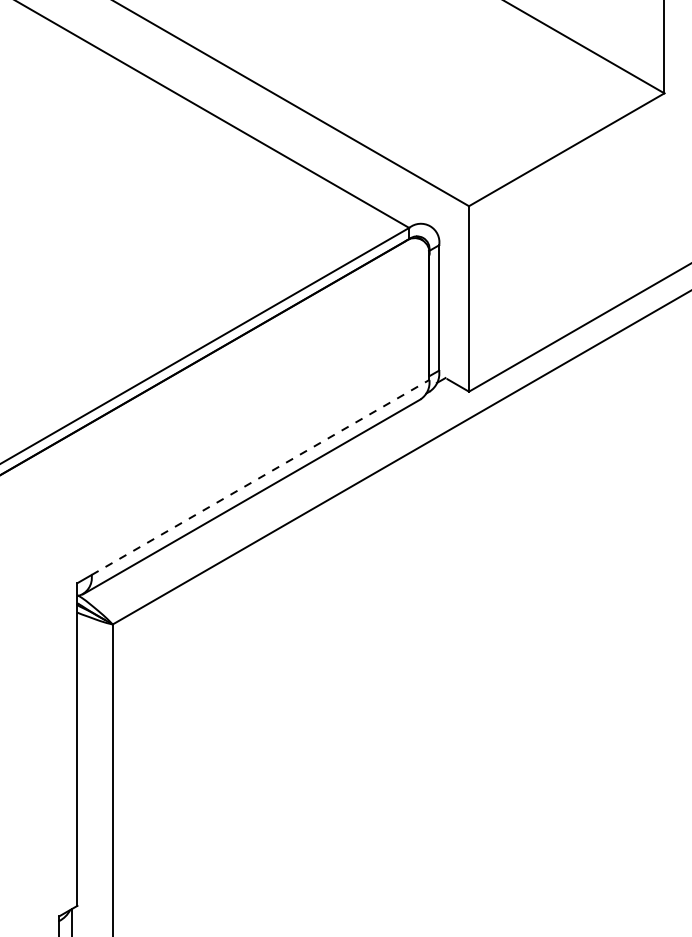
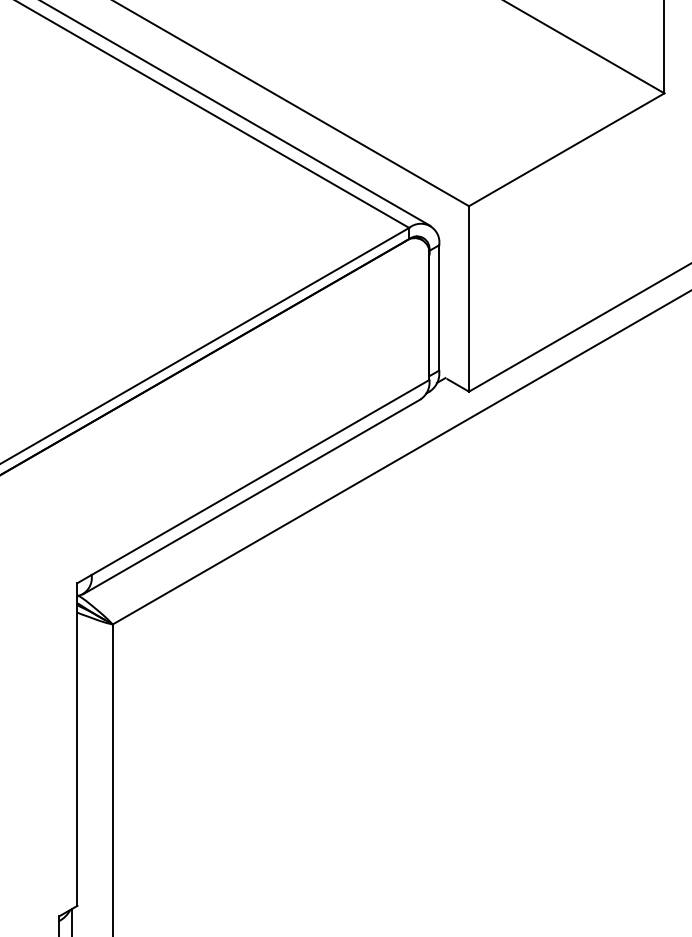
line at (236, 113): none -> present
line at (260, 477): dashed -> solid
